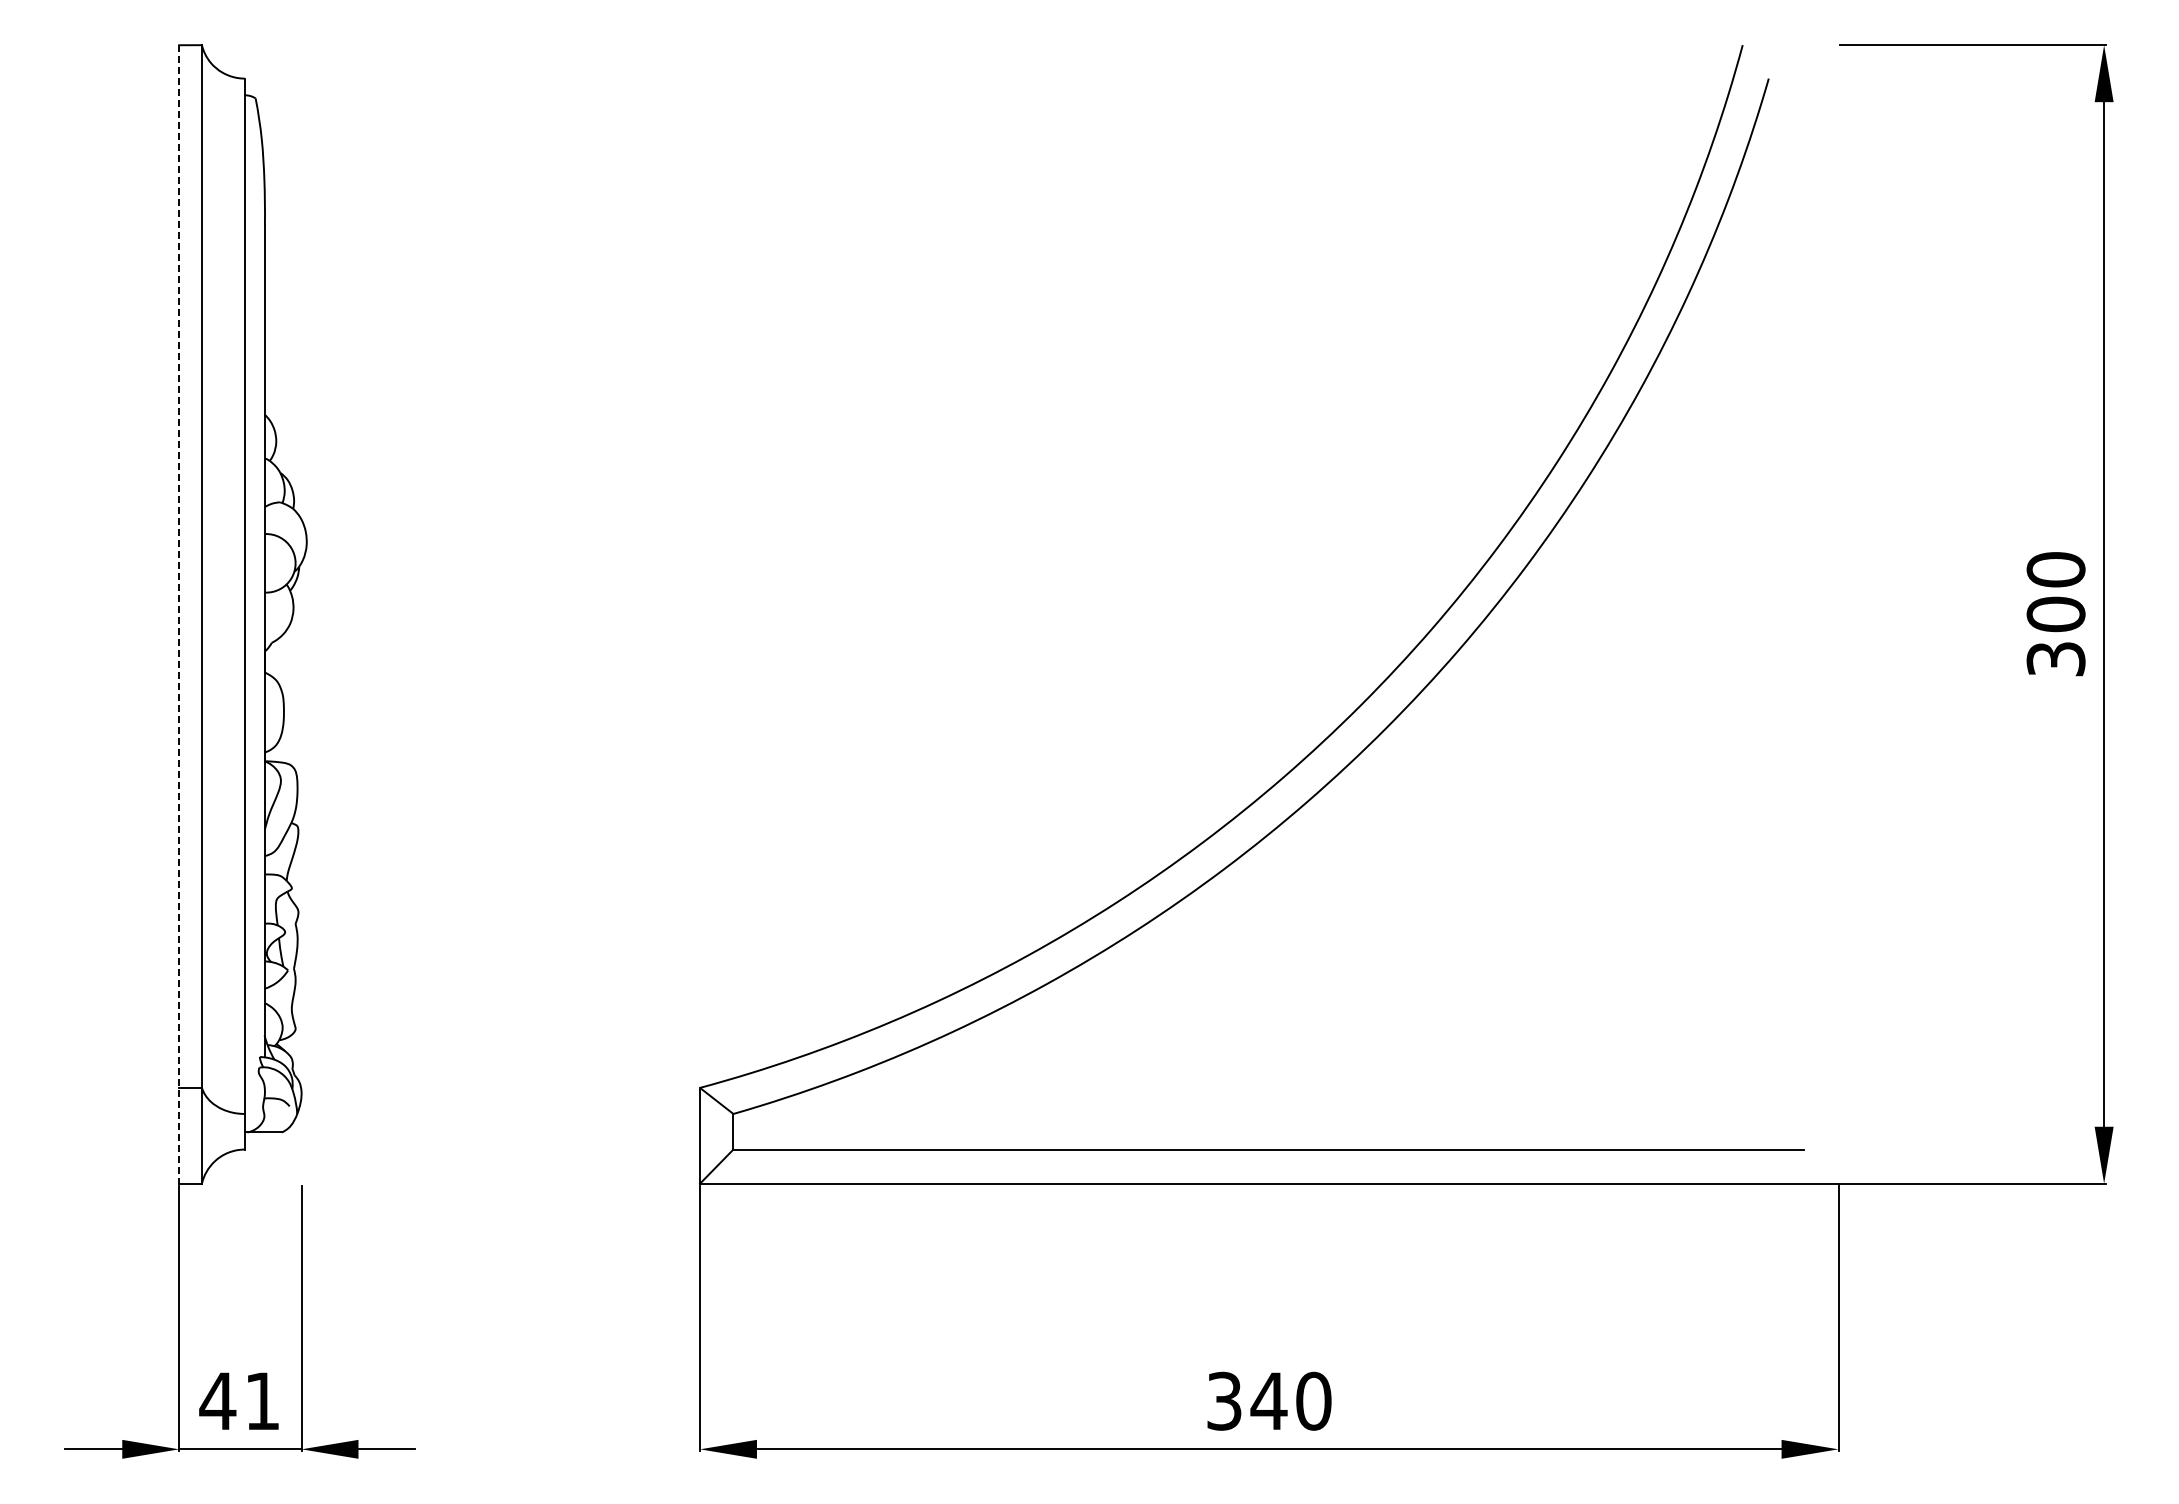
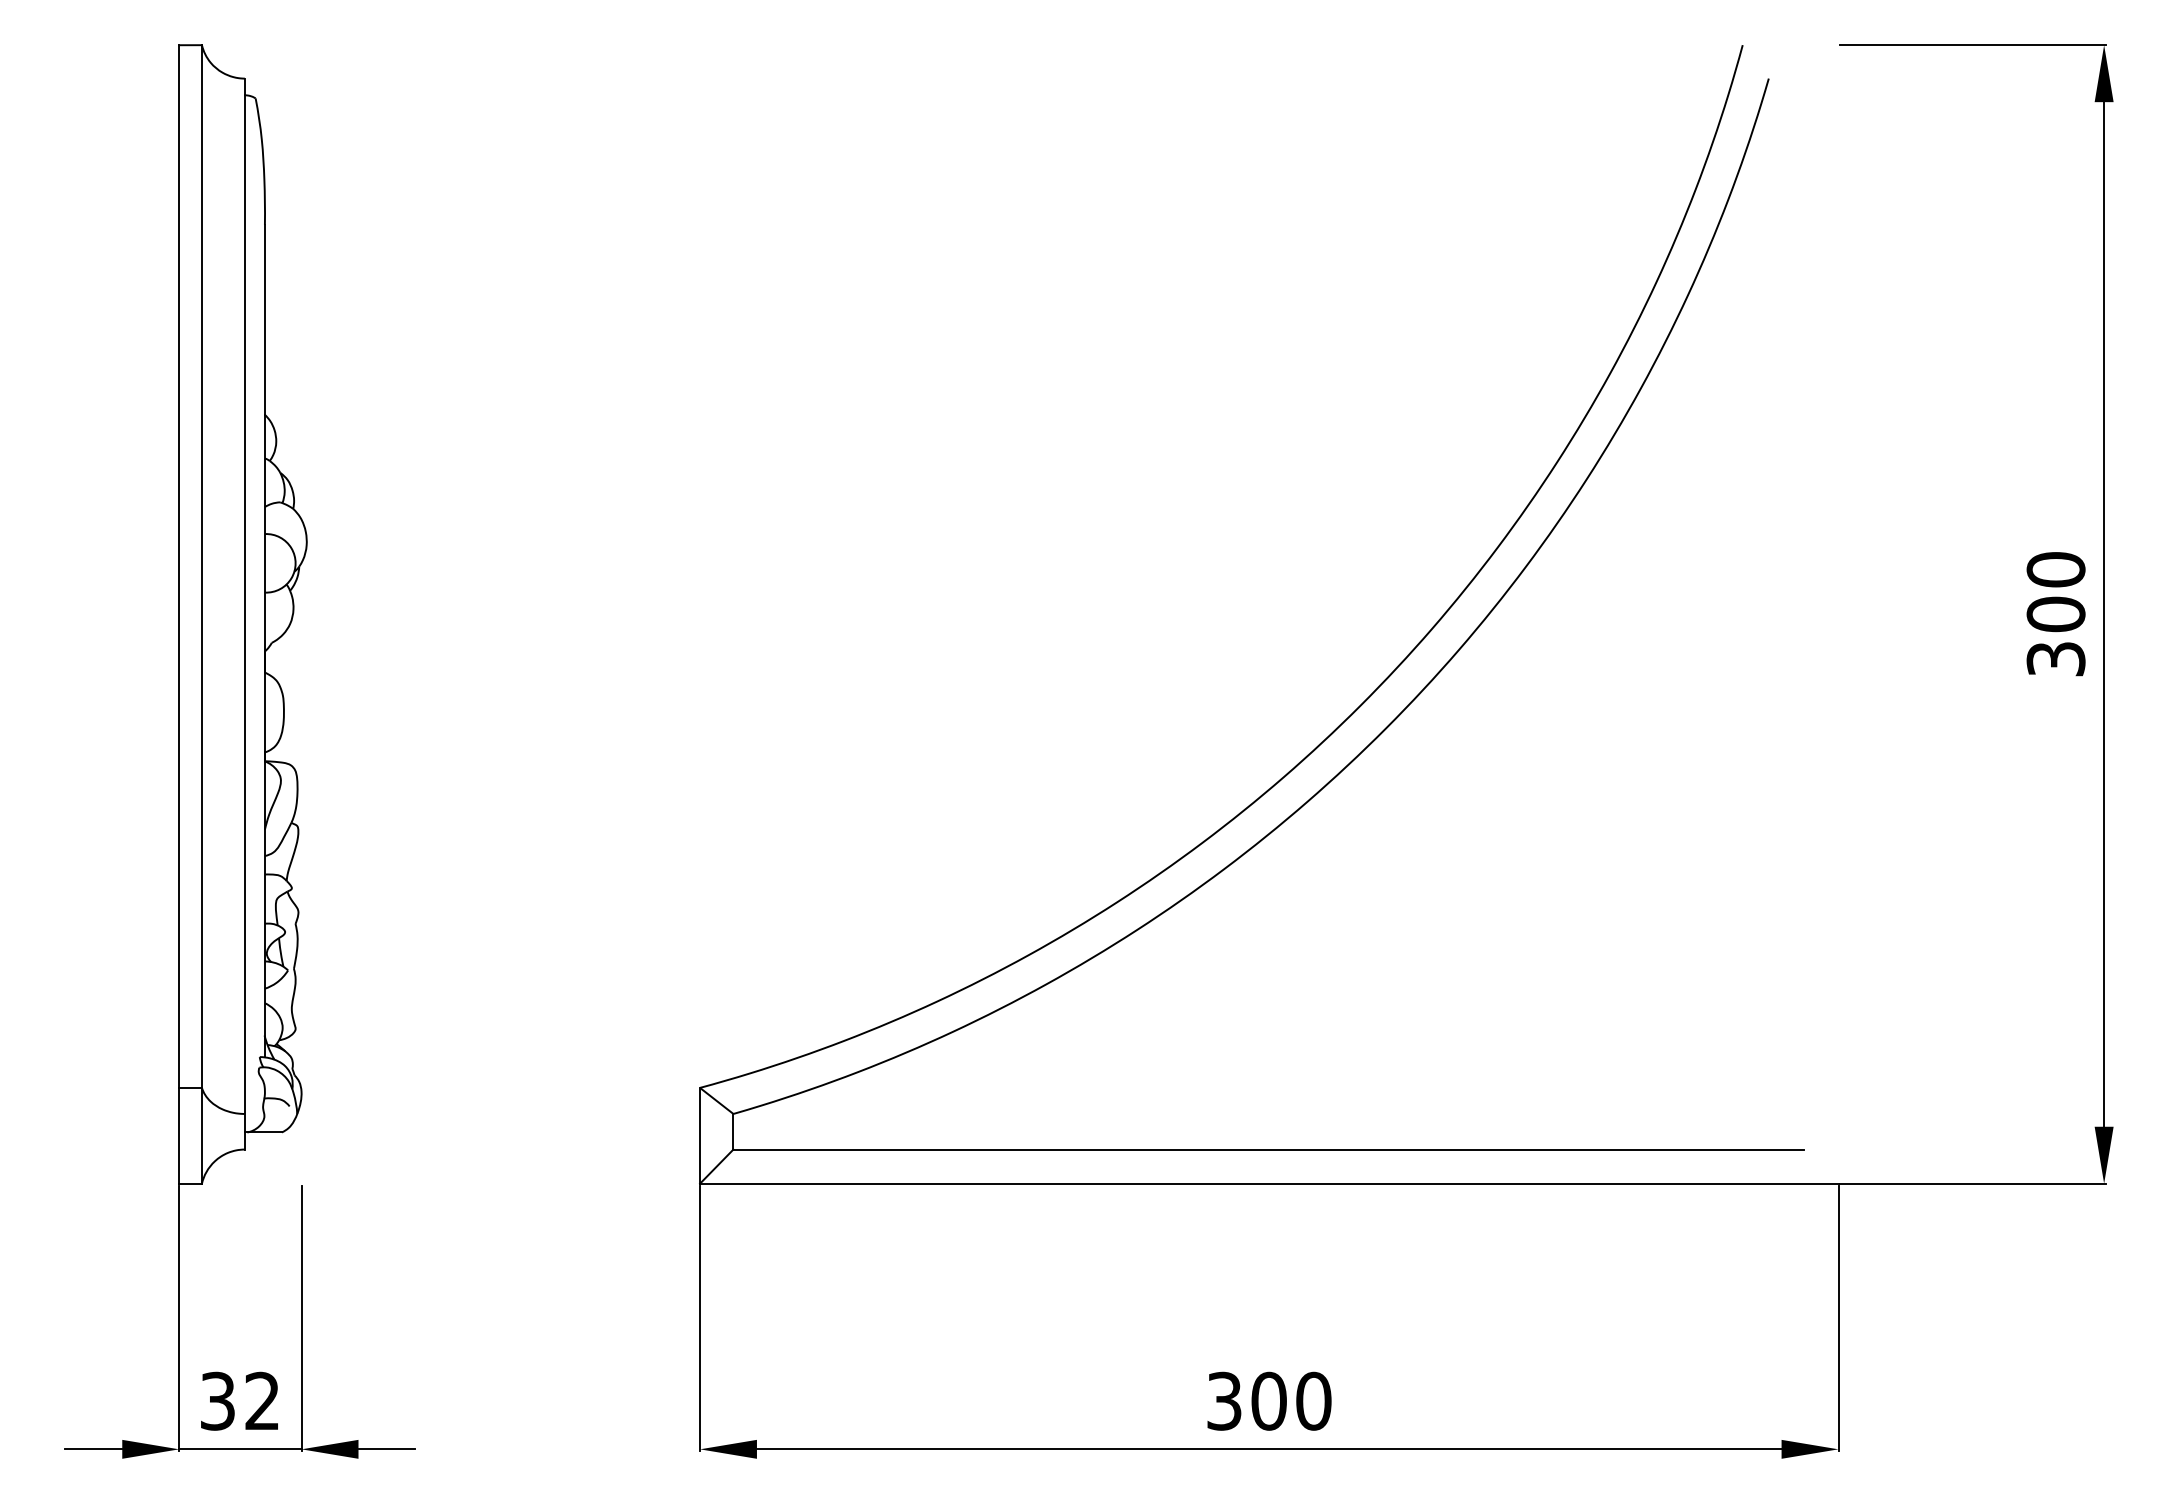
line at (179, 614): dashed -> solid
text at (238, 1400): 41 -> 32
text at (1268, 1400): 340 -> 300
